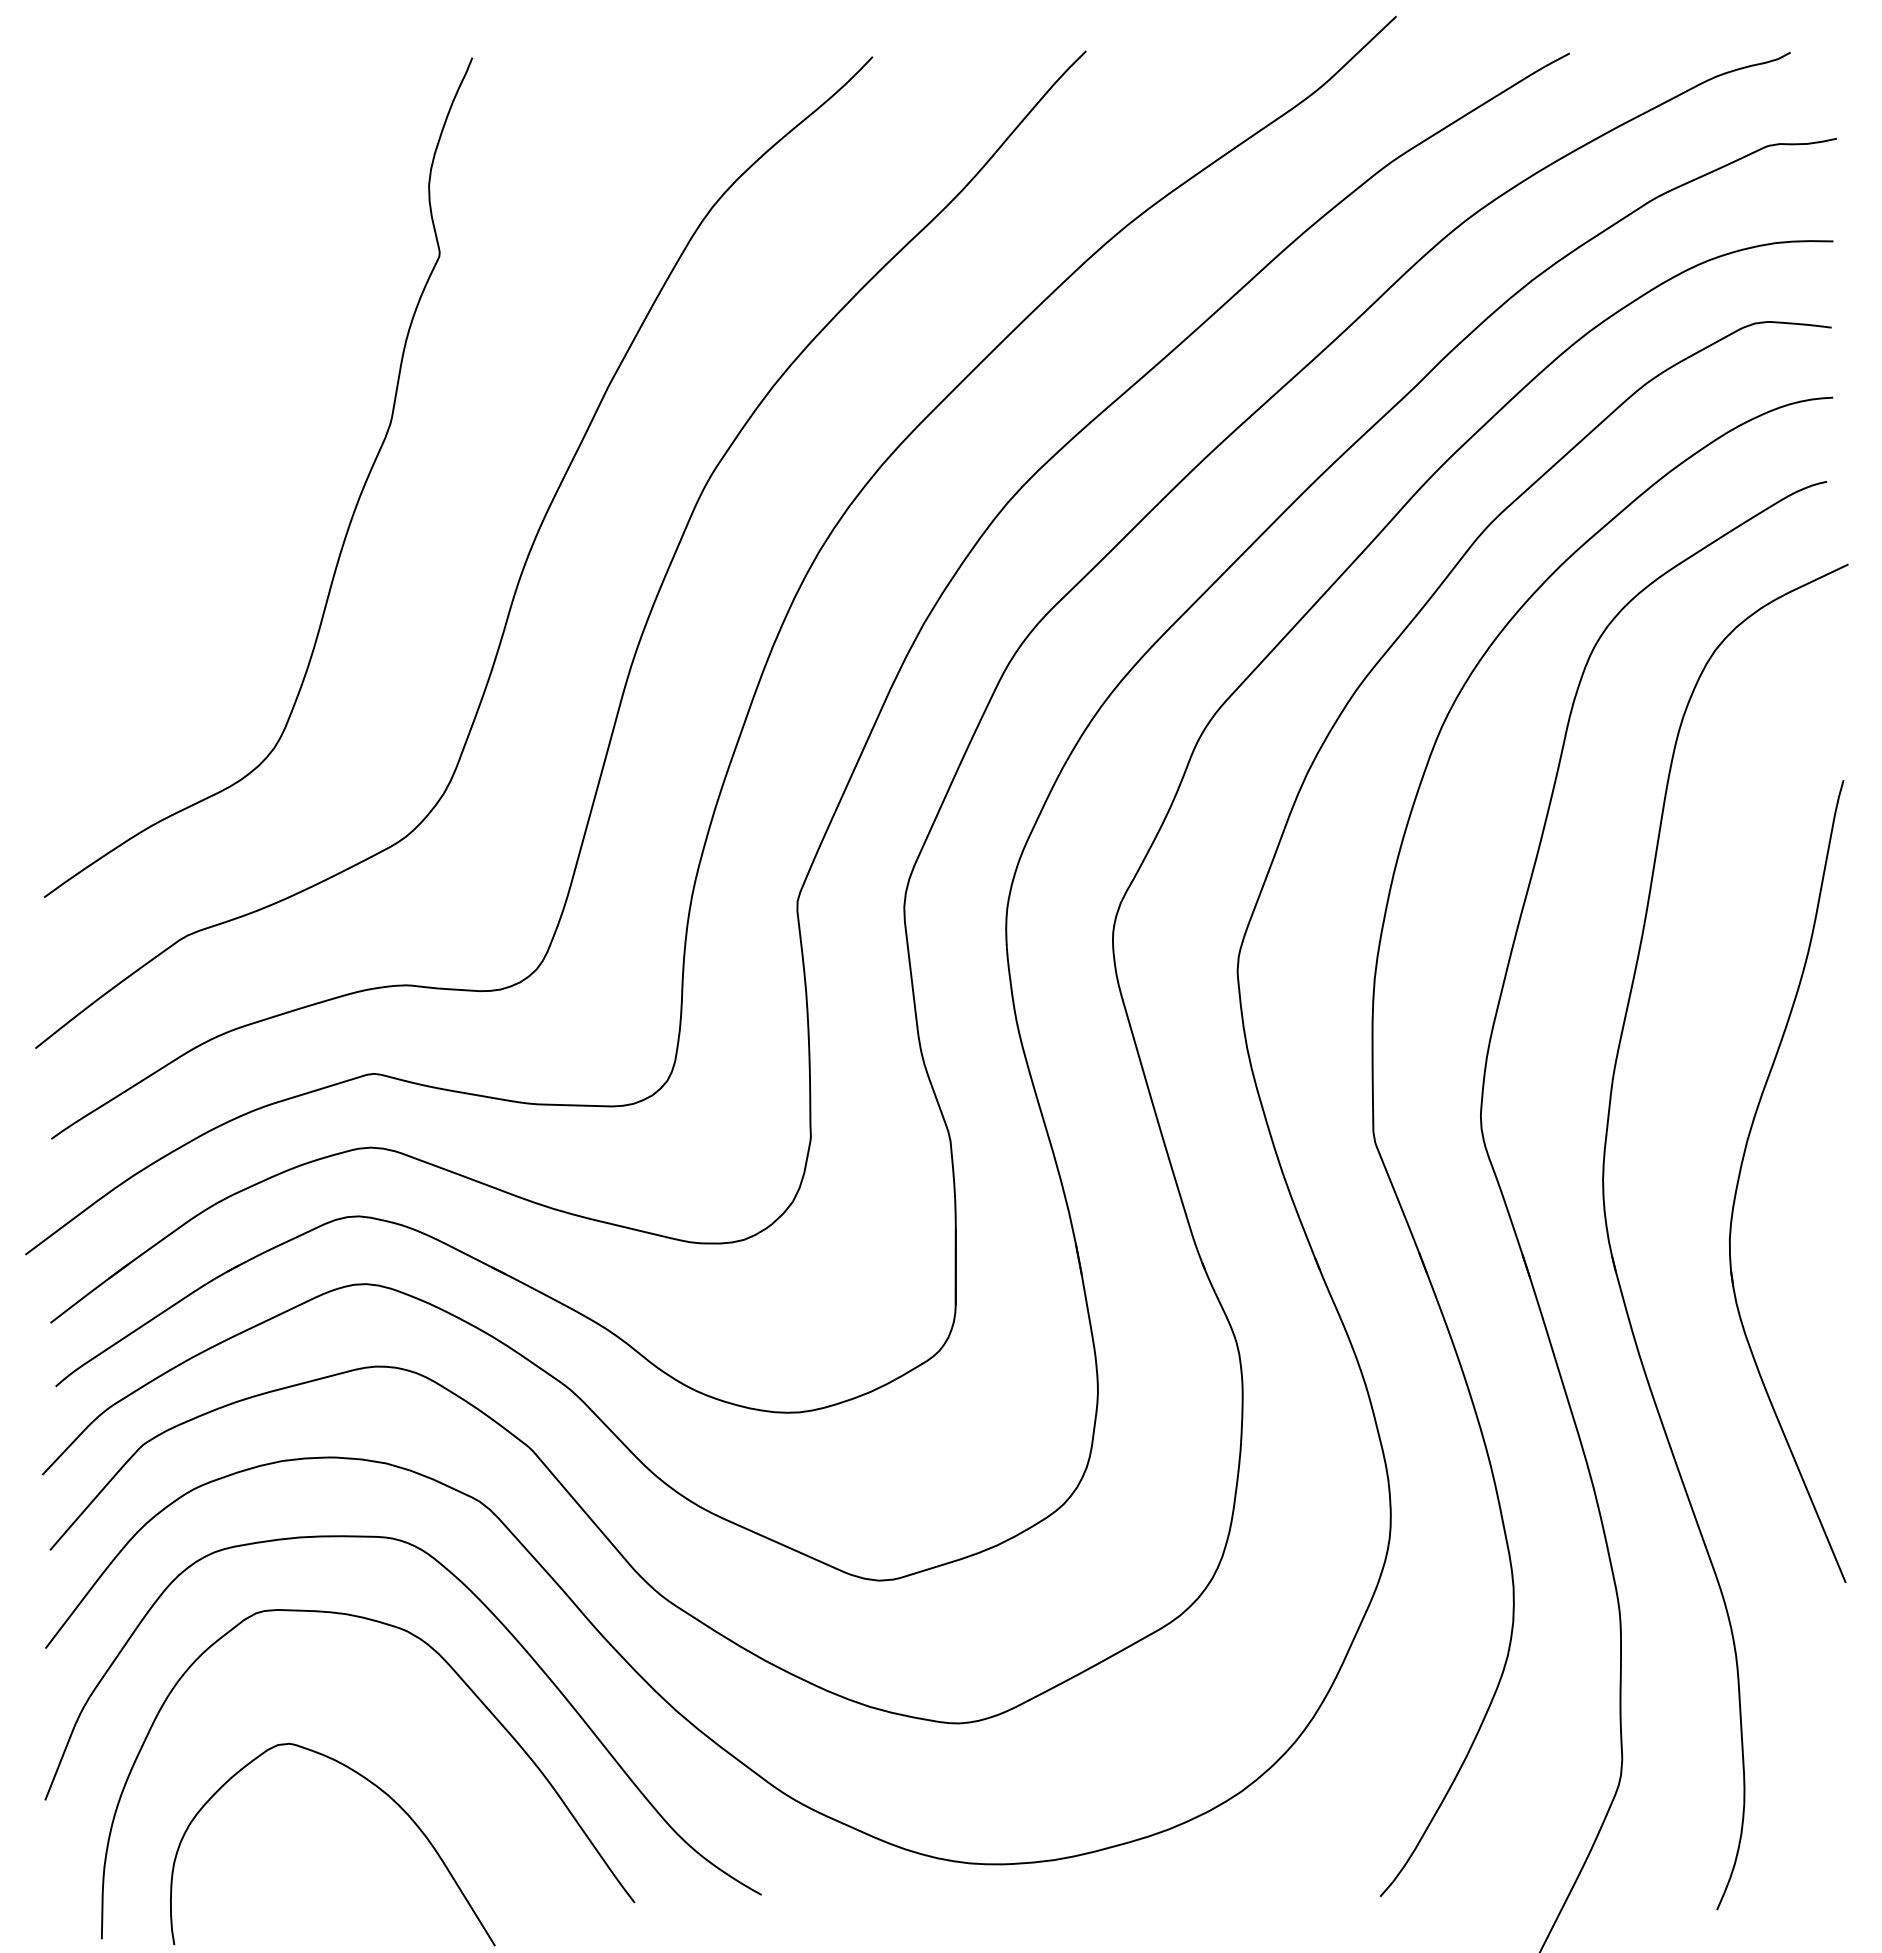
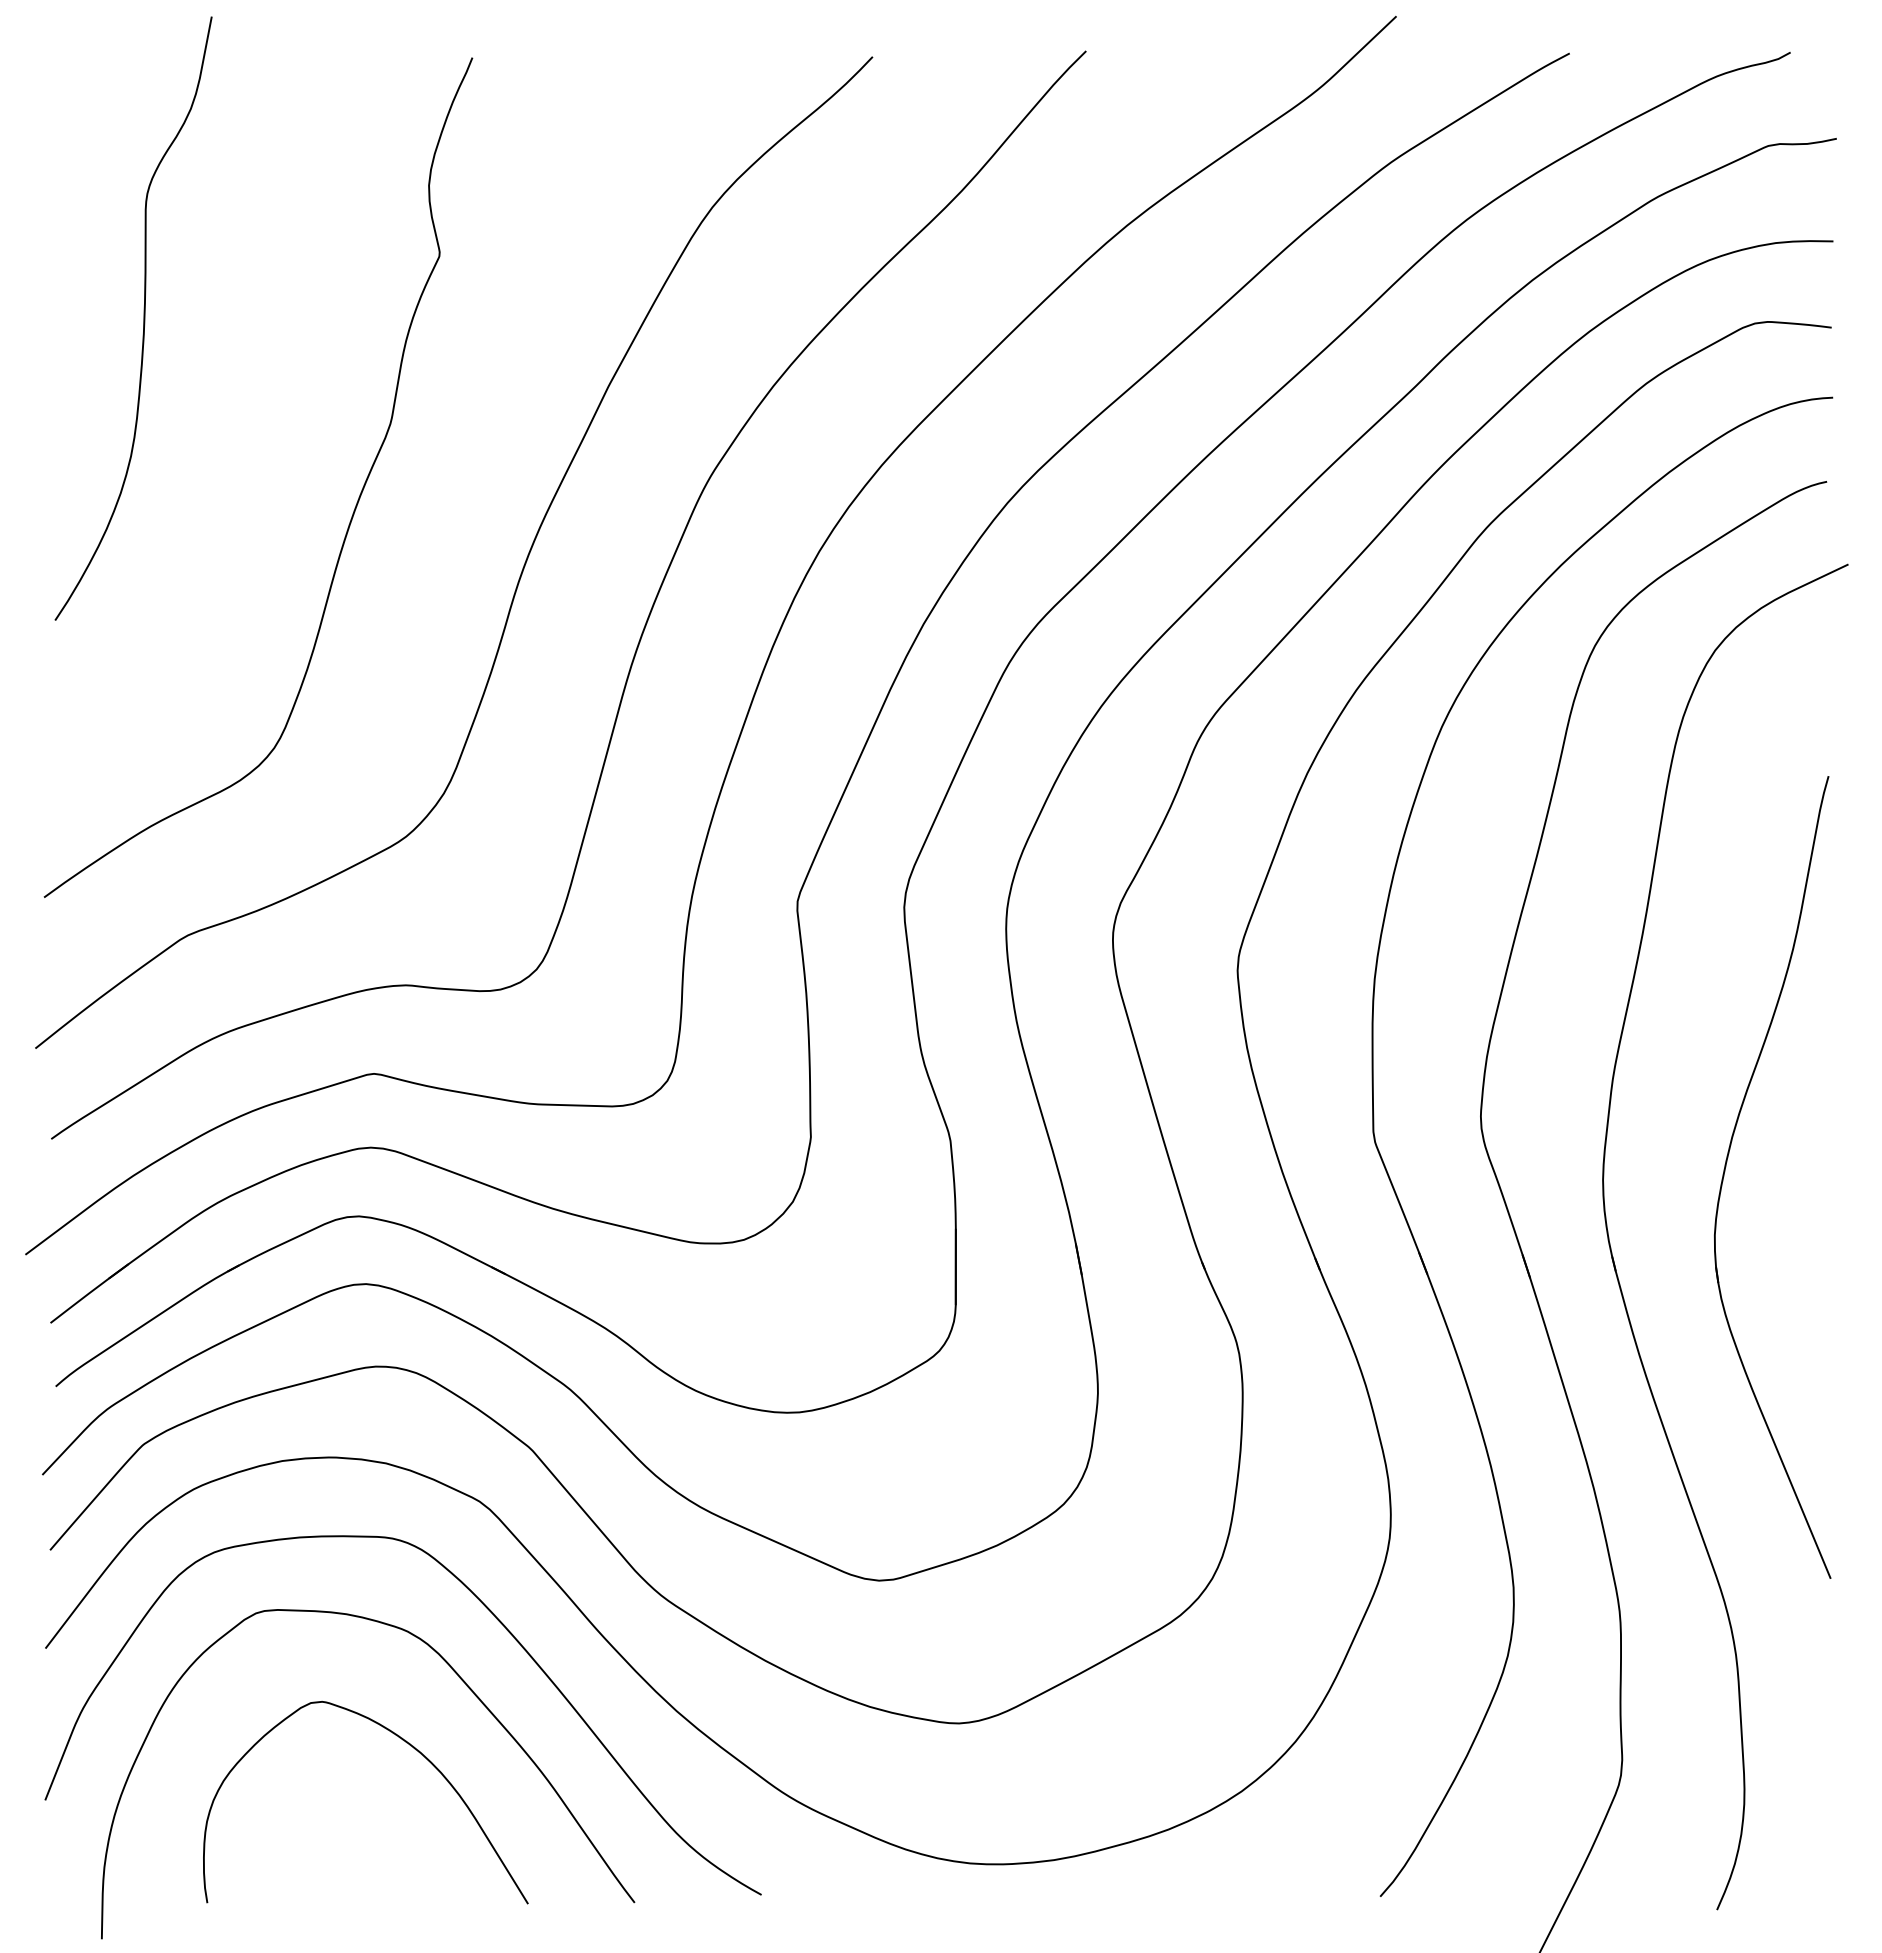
curve at (143, 318): none -> present
part at (1741, 1171) position: (1741, 1171) -> (1726, 1167)
curve at (377, 1788) position: (377, 1788) -> (410, 1746)
